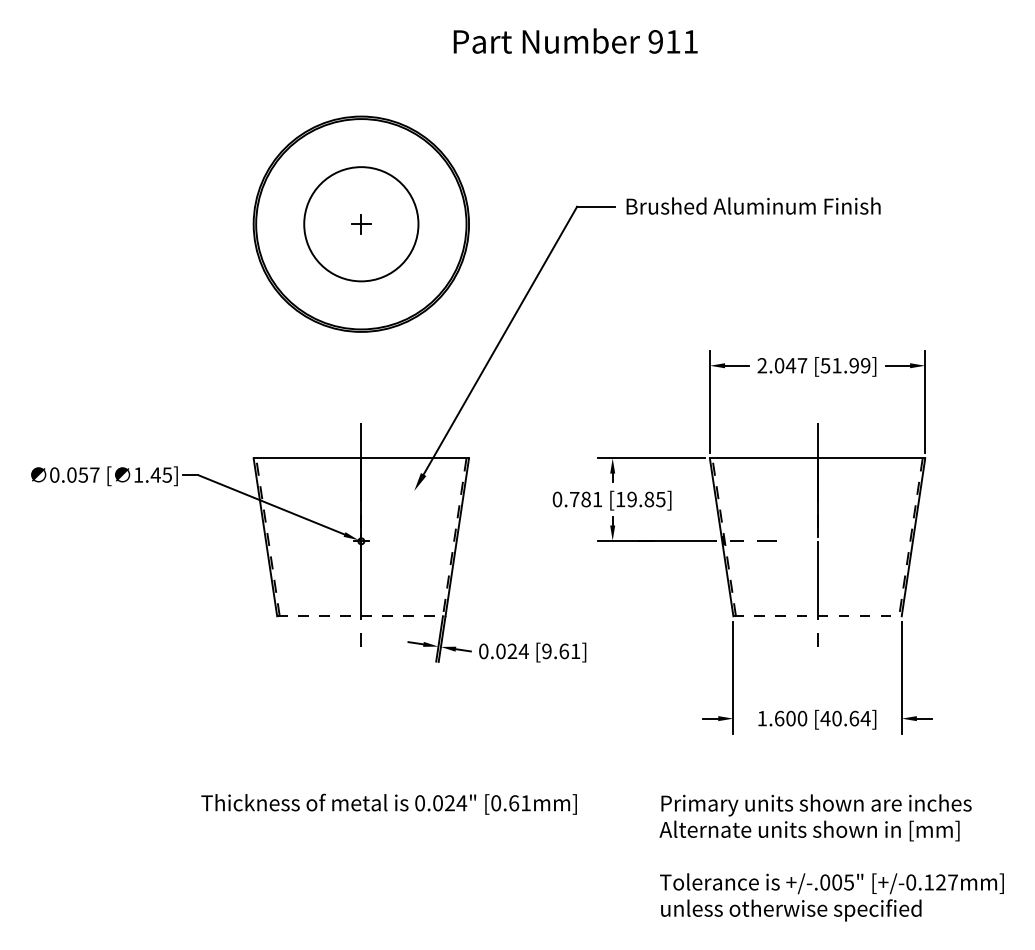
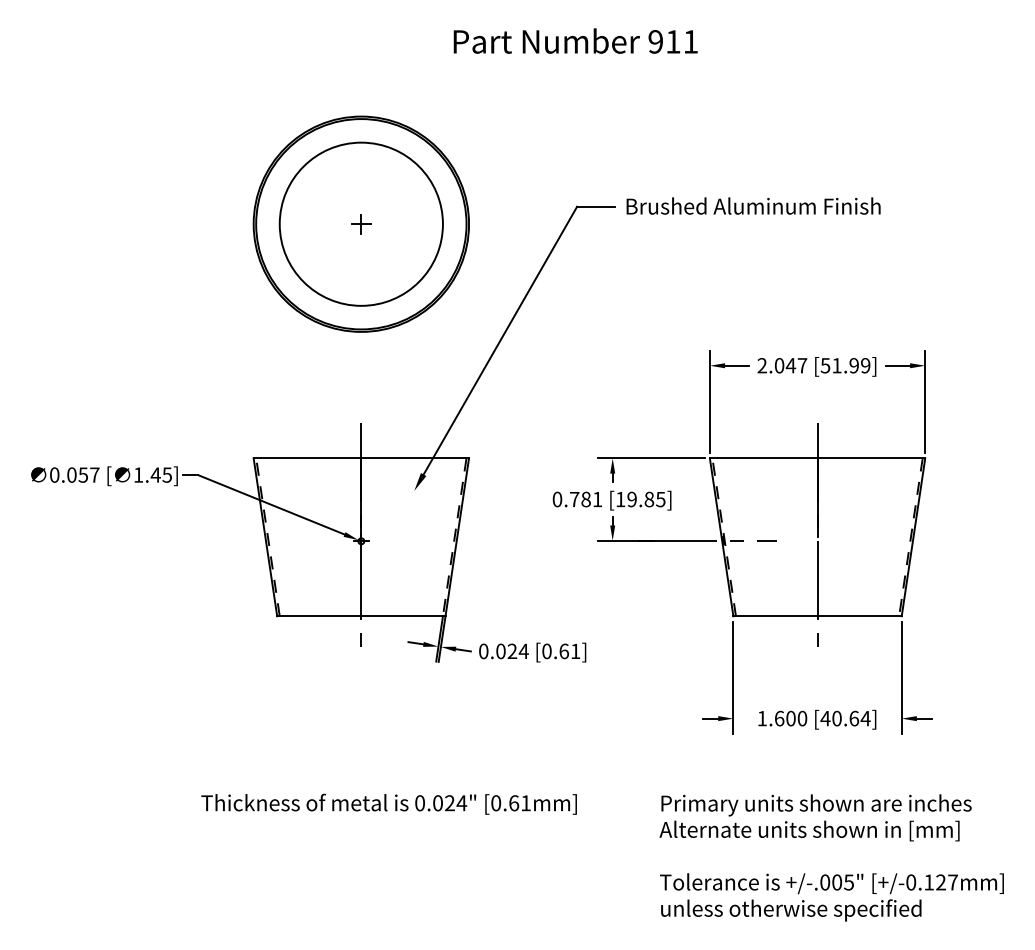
circle at (361, 224) diameter: 114 px -> 163 px
line at (361, 616): dashed -> solid
line at (818, 616): dashed -> solid
text at (546, 651): [9.61] -> [0.61]
